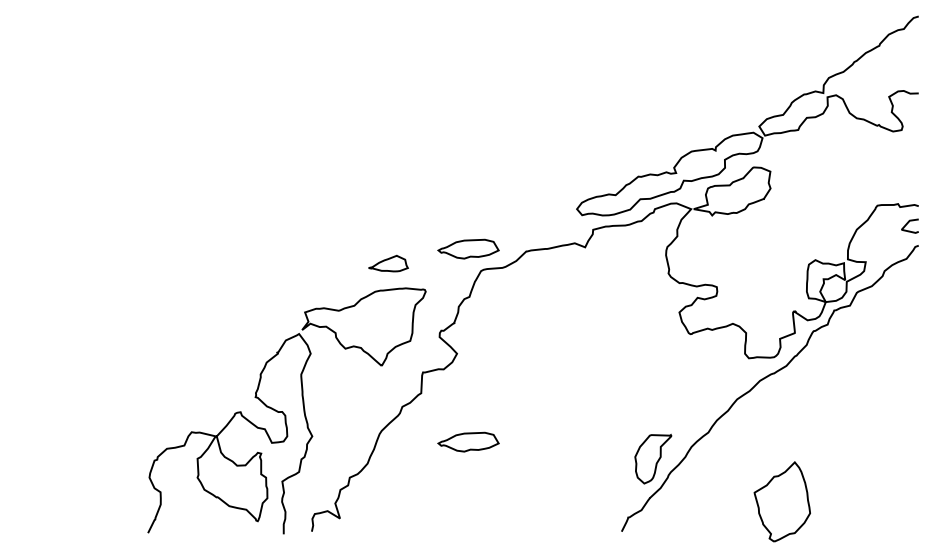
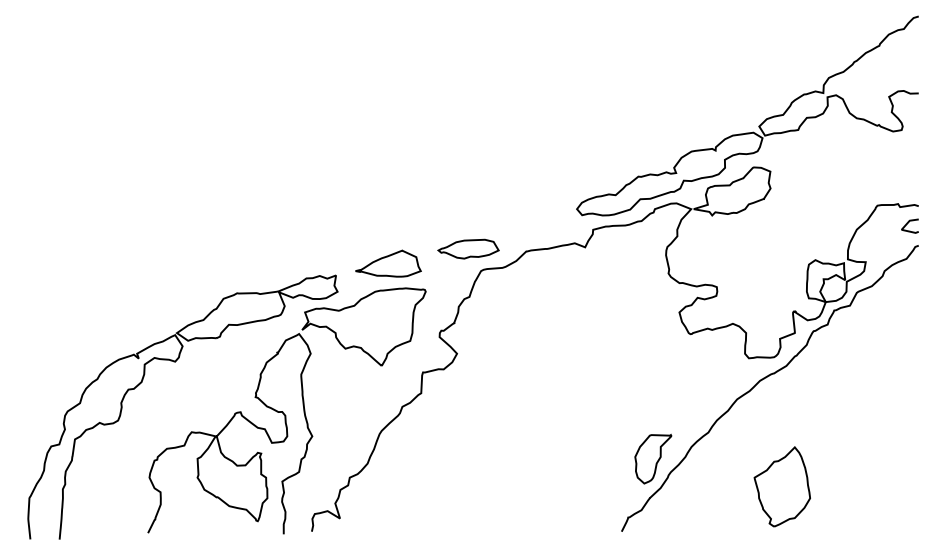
part at (388, 263) size: 41x19 px -> 67x29 px
part at (175, 362): none -> present
part at (468, 441): present -> none
part at (781, 501) position: (781, 501) -> (781, 486)
